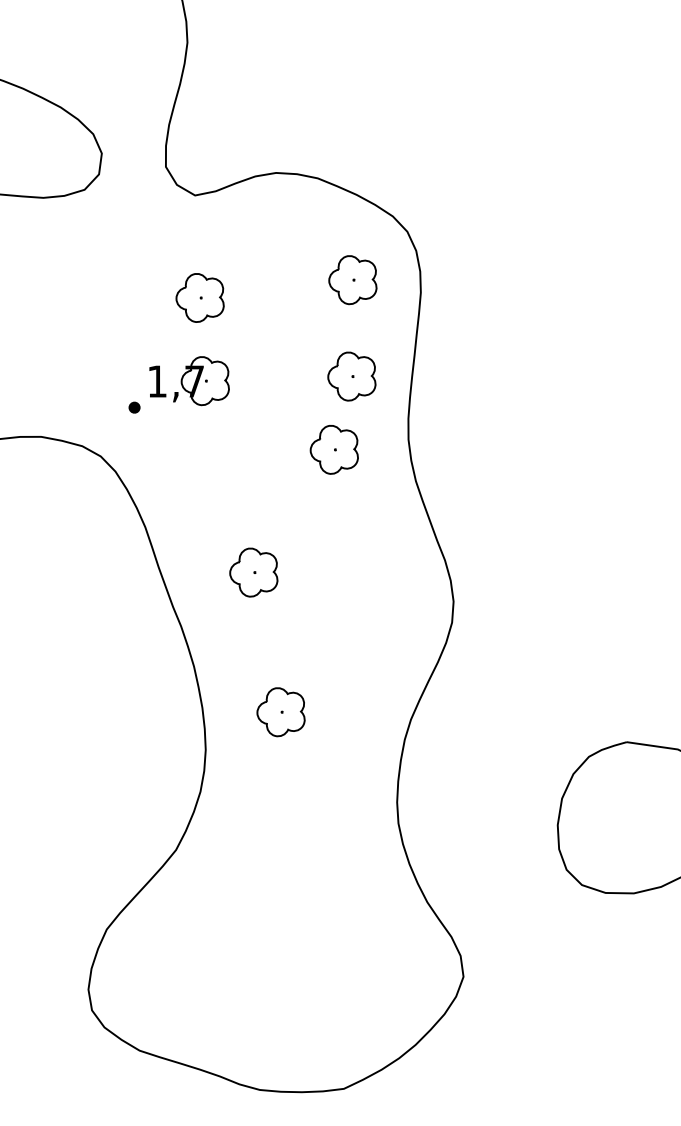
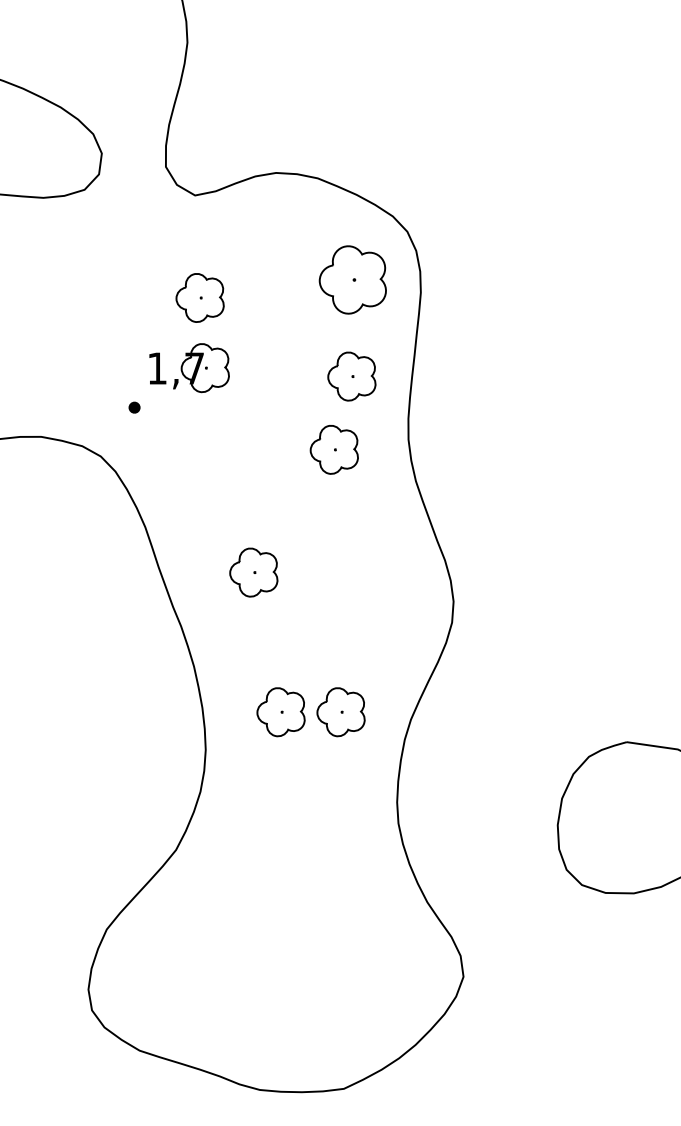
part at (352, 280) size: 50x51 px -> 69x70 px
part at (189, 381) position: (189, 381) -> (189, 368)
part at (340, 712): none -> present
